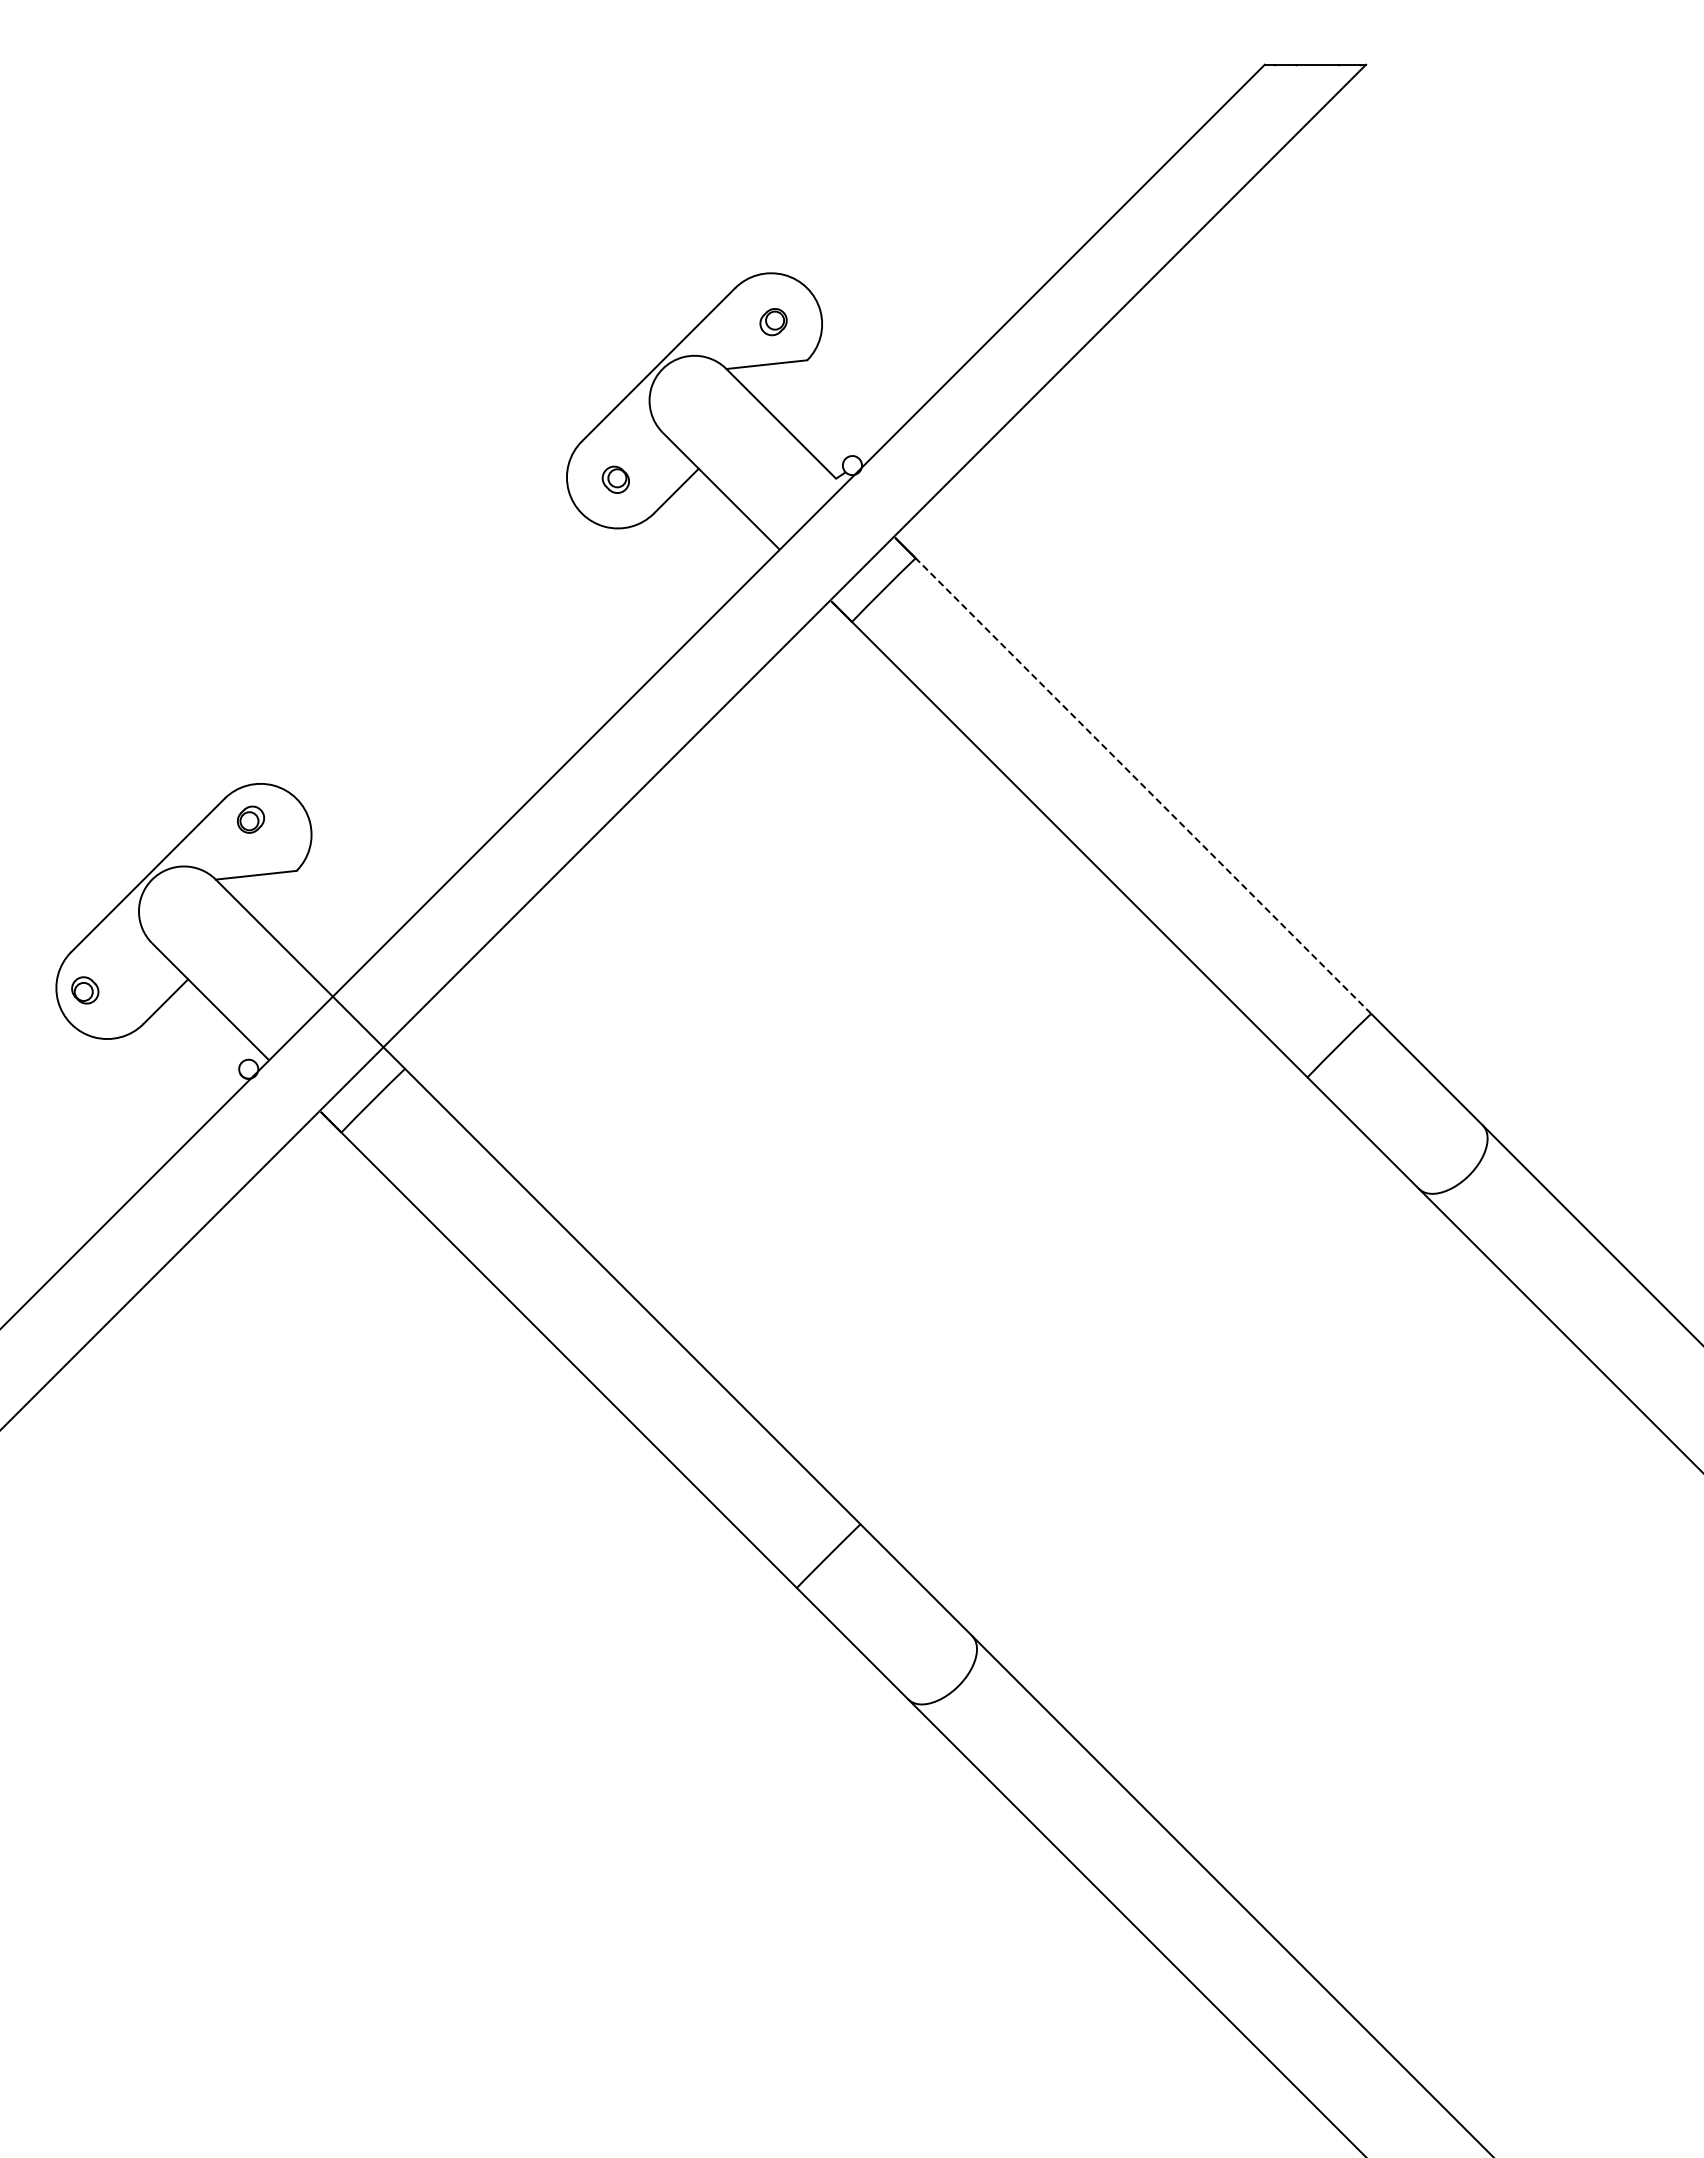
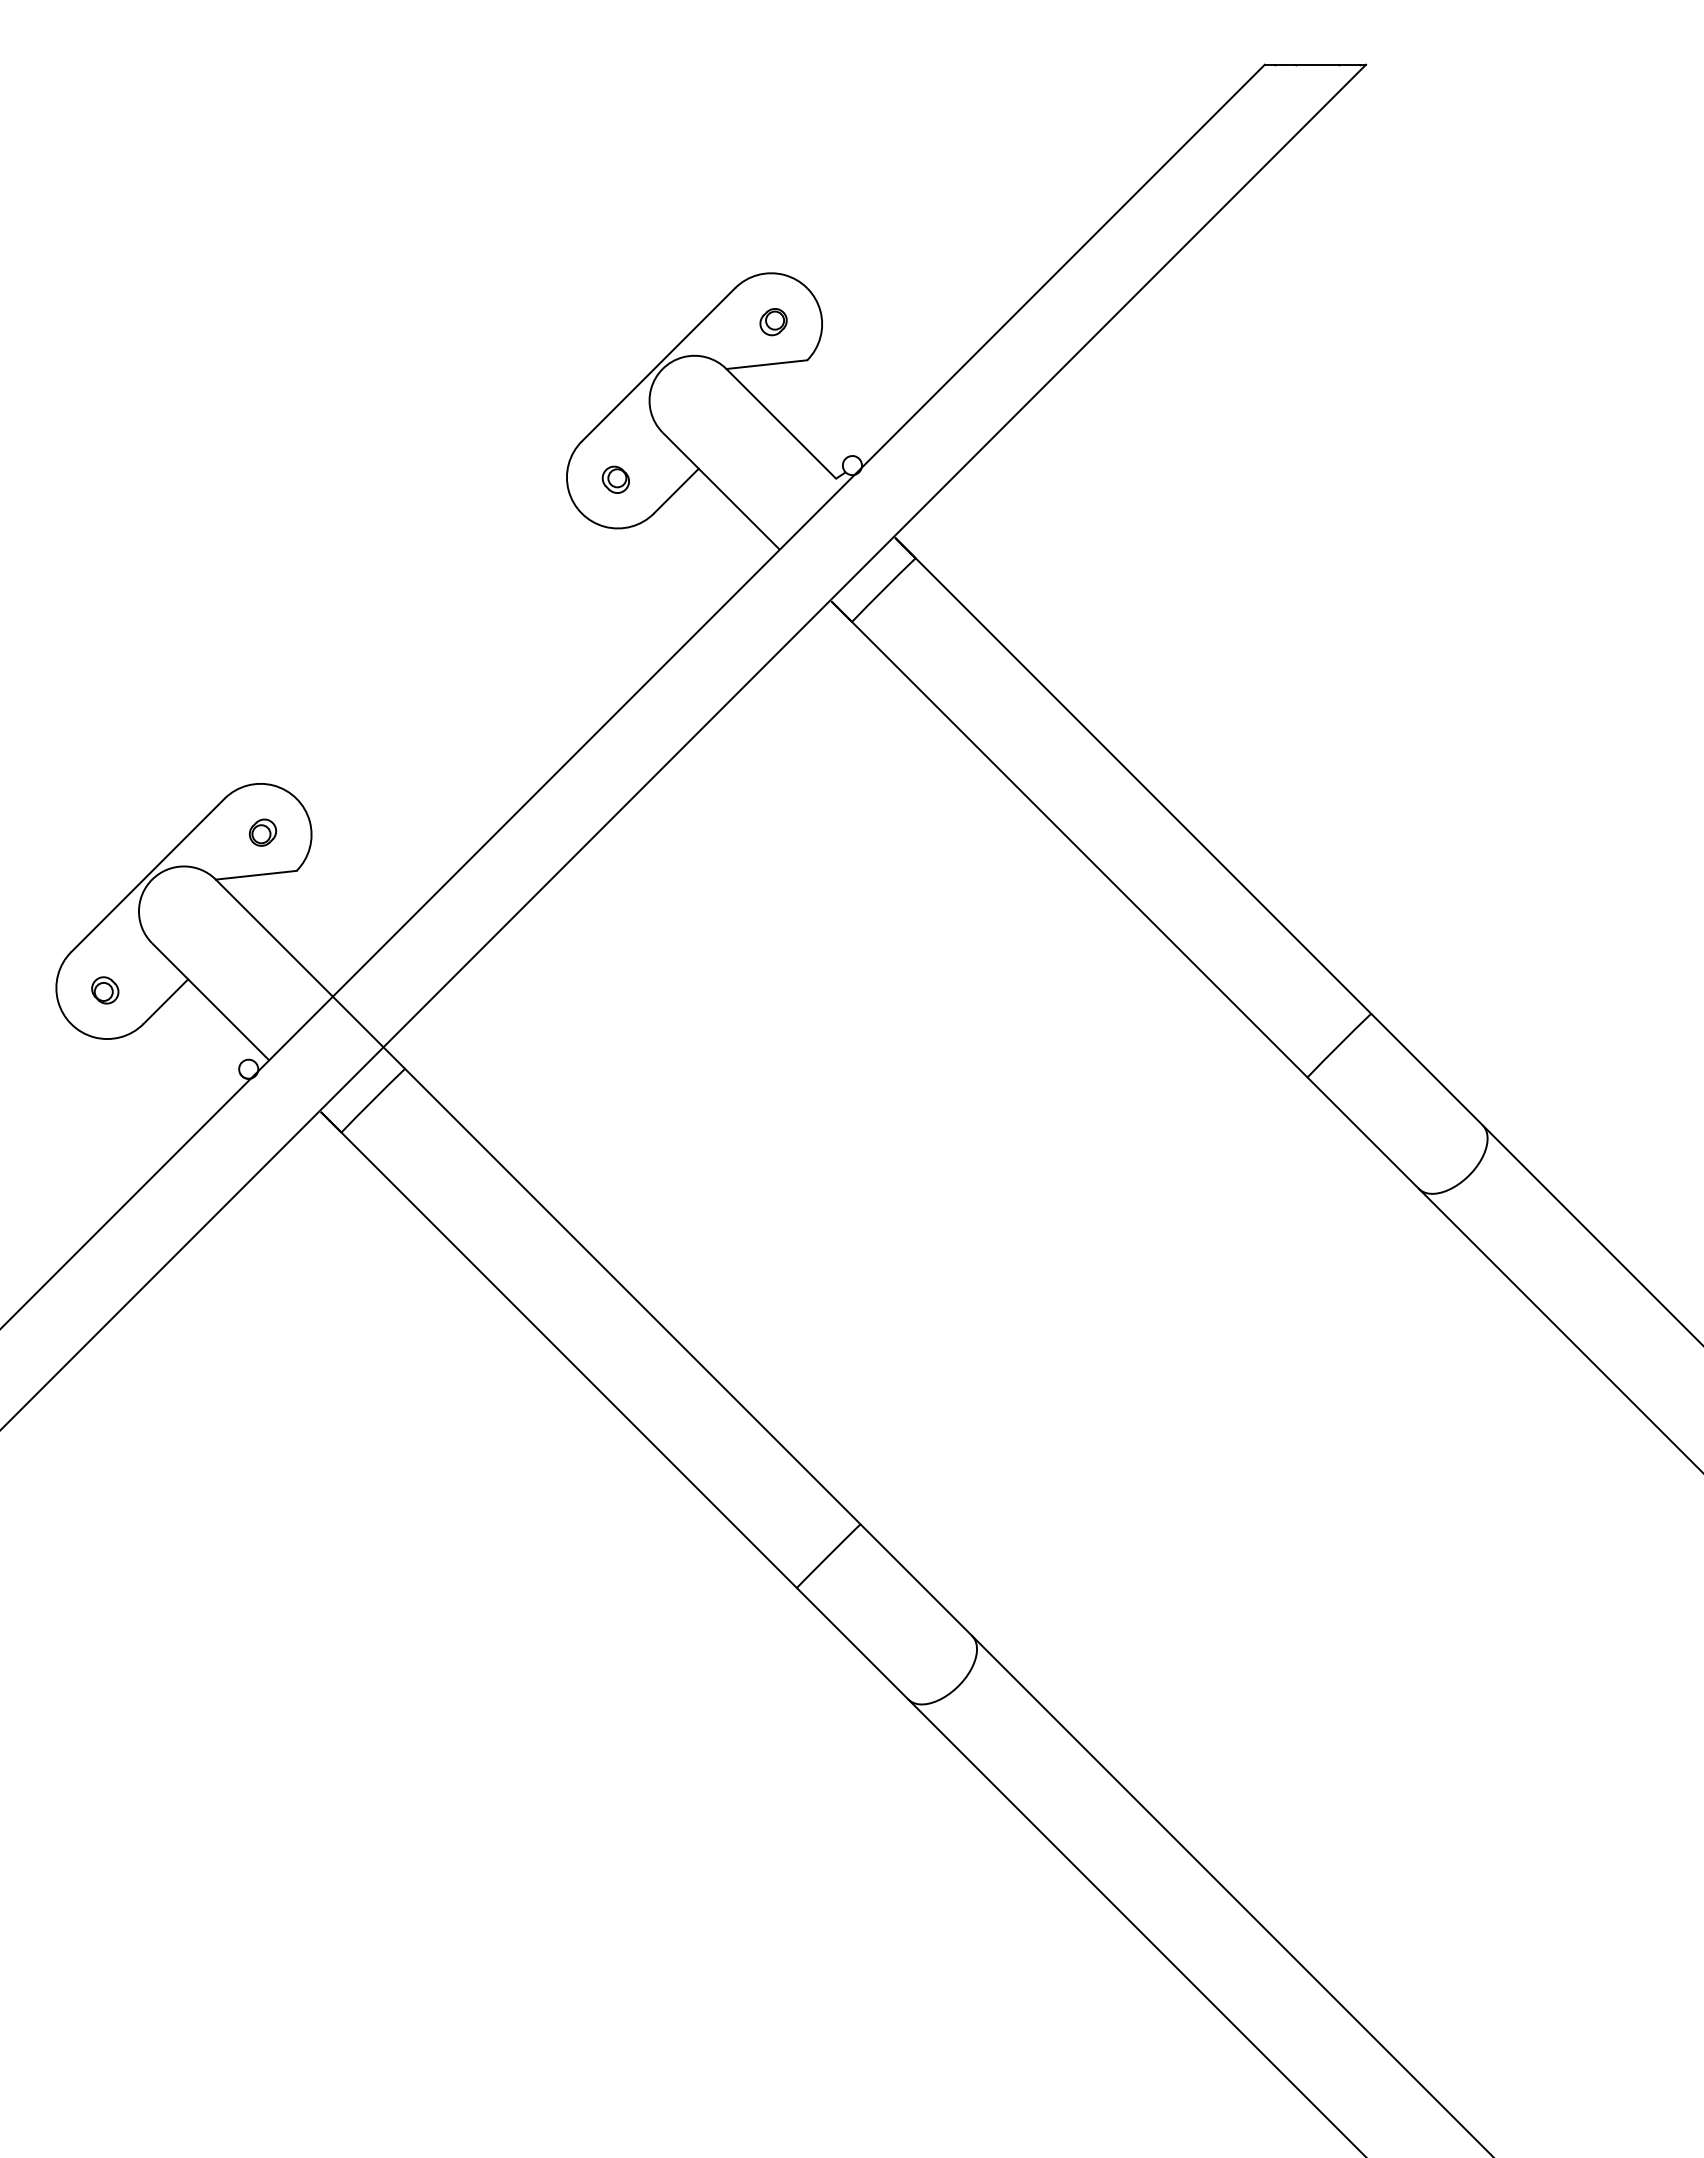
line at (1143, 785): dashed -> solid
part at (250, 819) position: (250, 819) -> (262, 832)
part at (85, 990) position: (85, 990) -> (105, 990)
